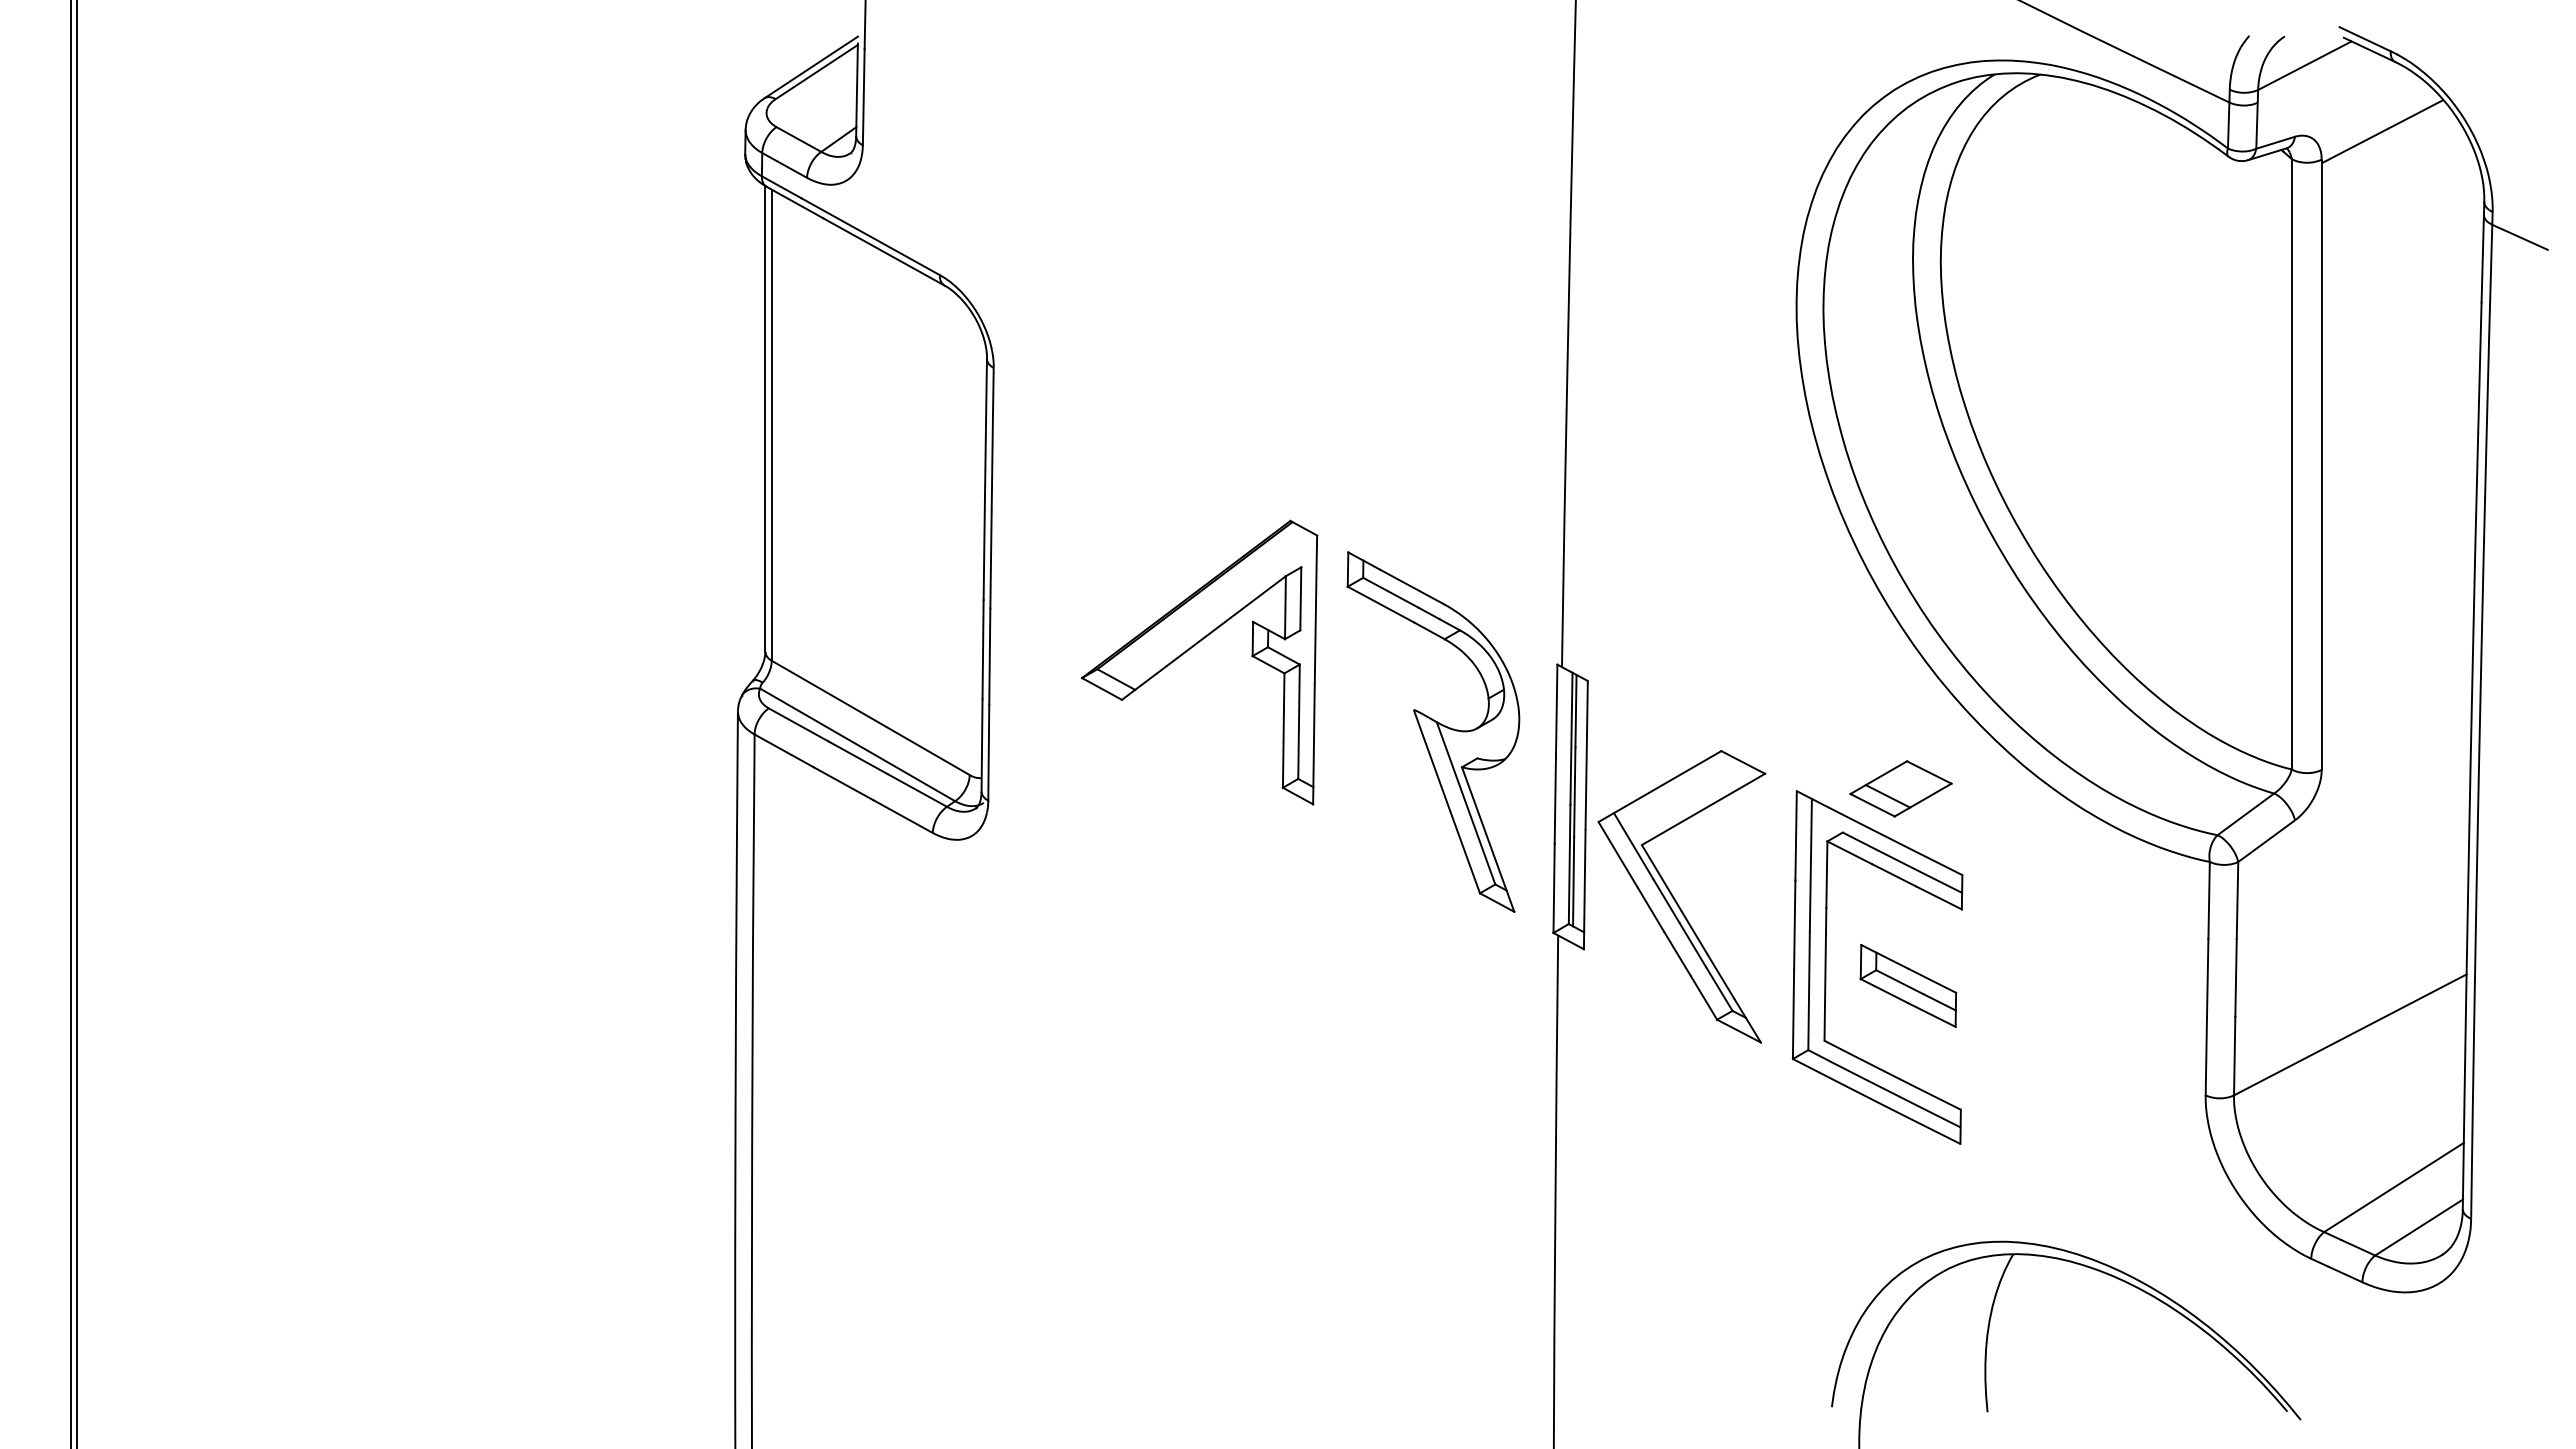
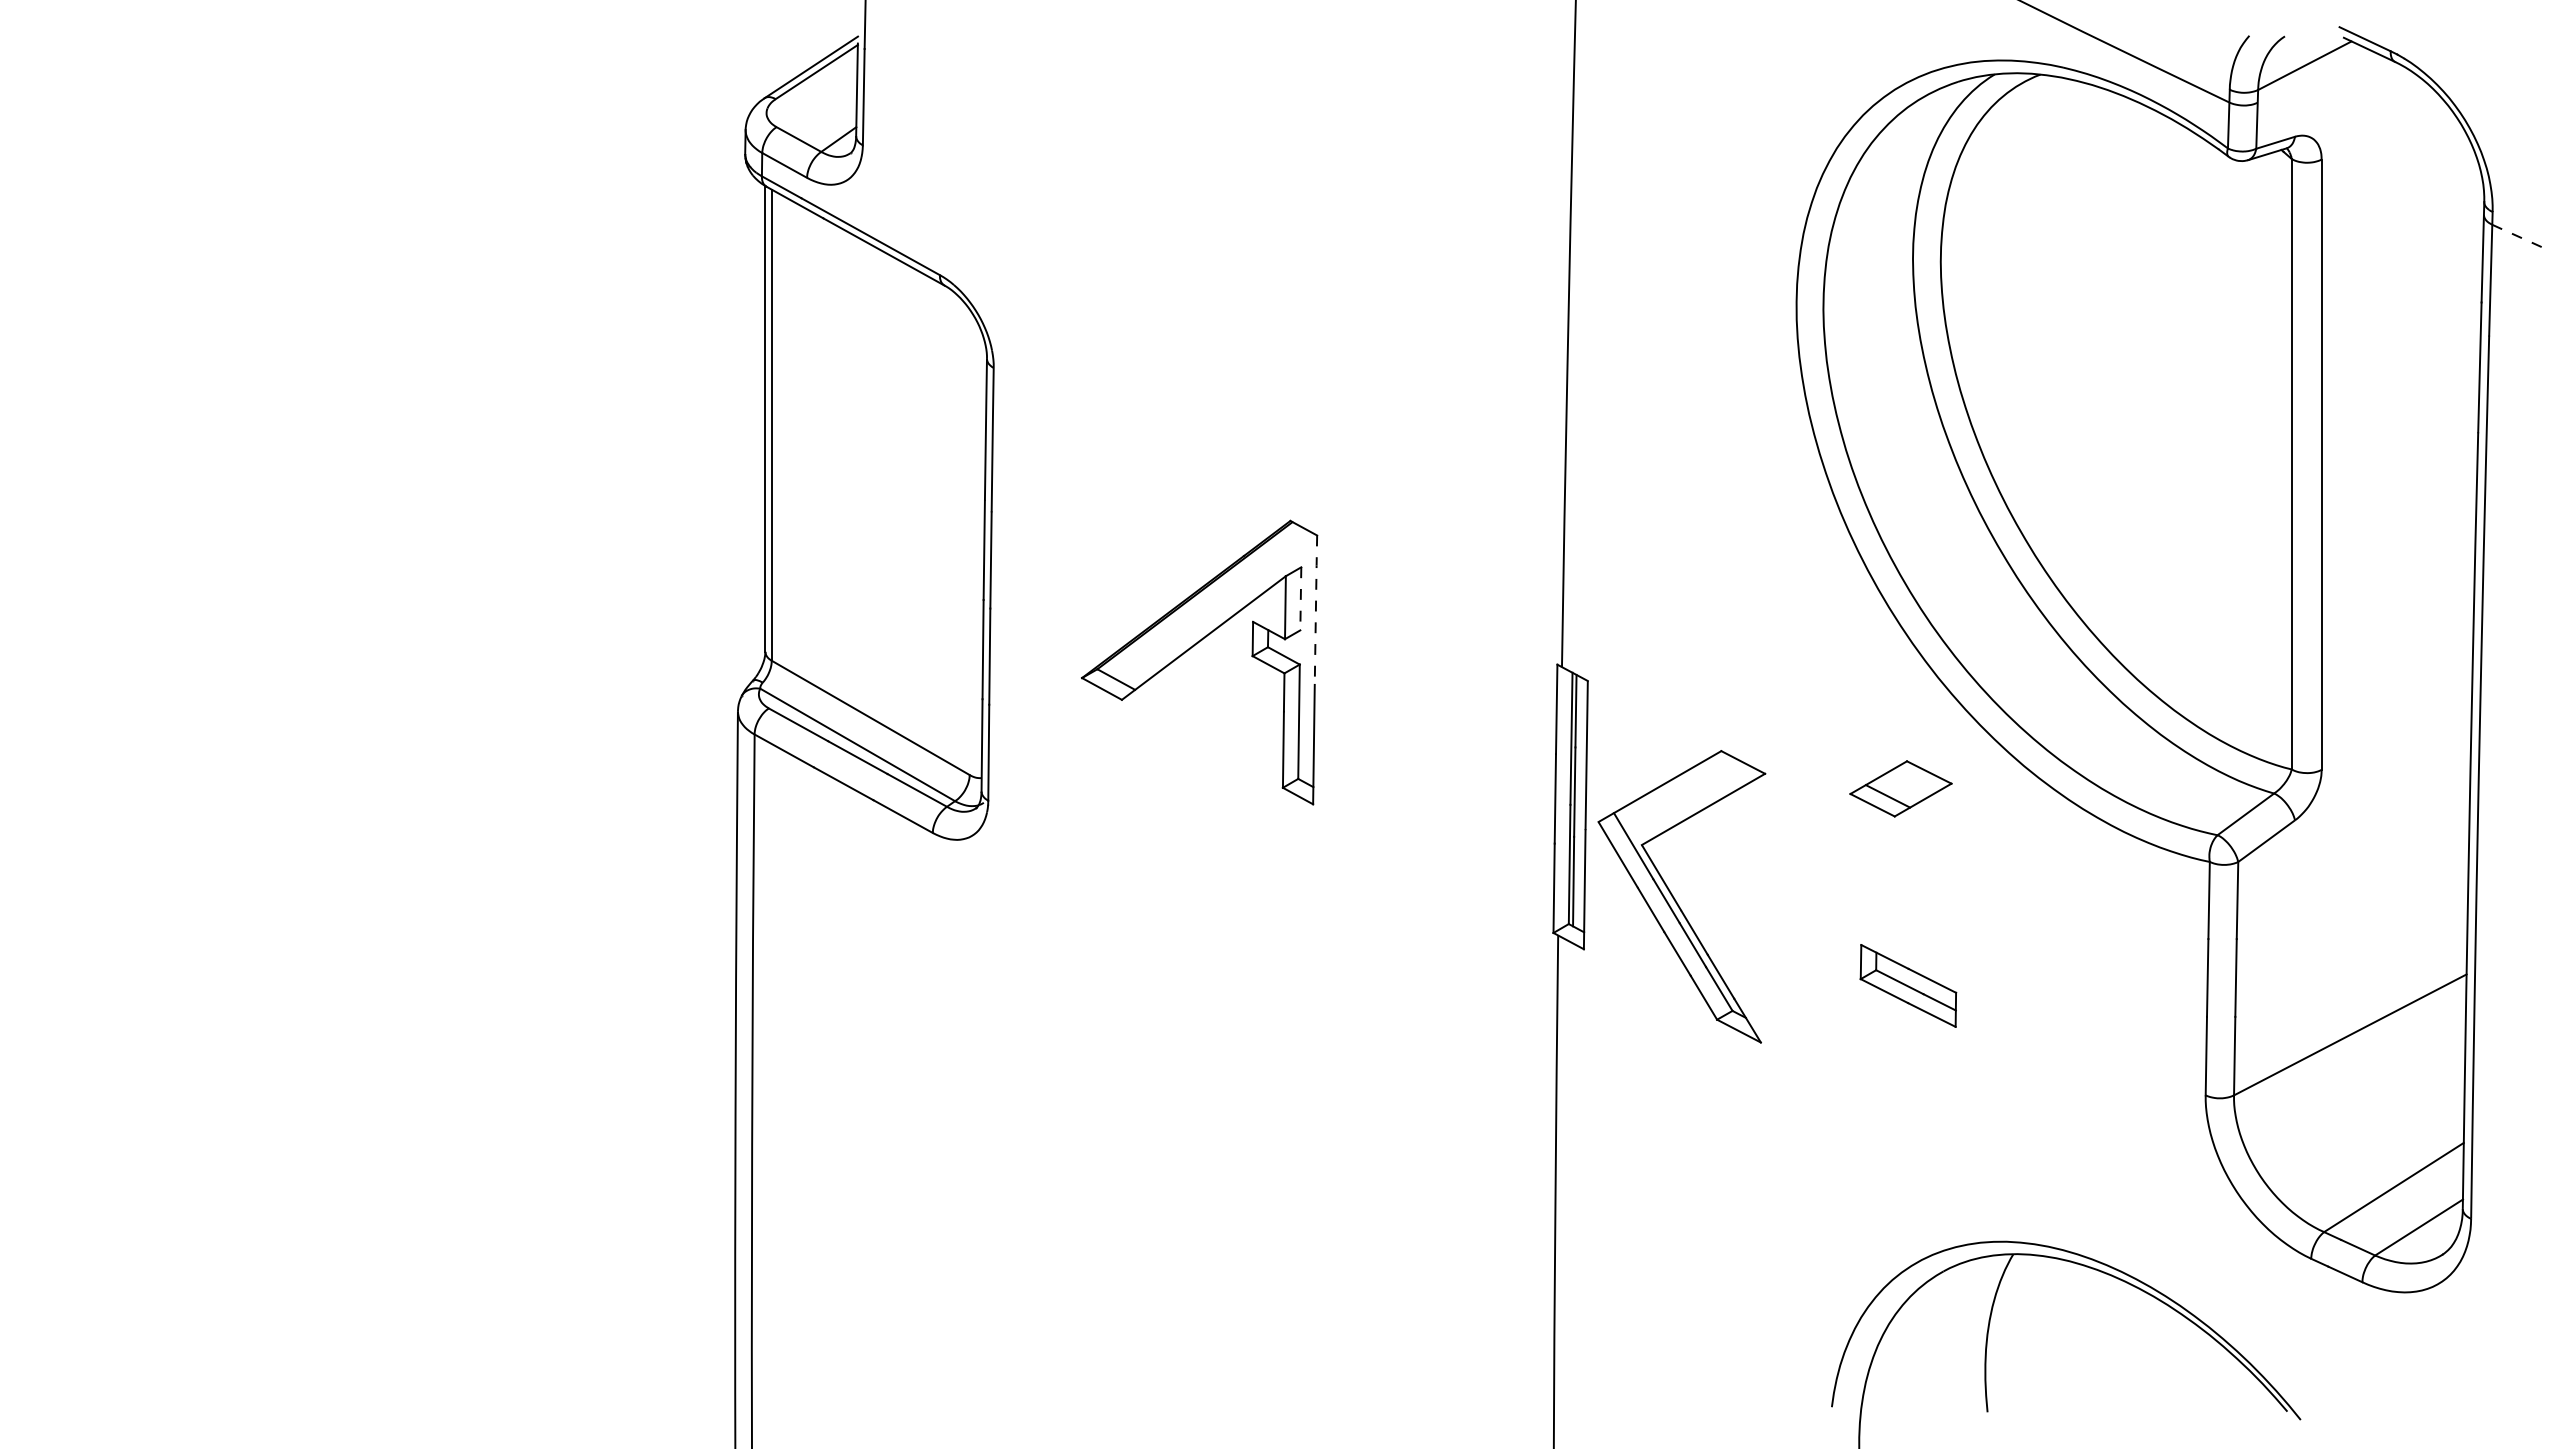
line at (2382, 131): present -> none
line at (2520, 237): solid -> dashed
line at (1300, 598): solid -> dashed
line at (1315, 610): solid -> dashed
line at (71, 723): present -> none
line at (77, 723): present -> none
part at (1433, 731): present -> none
part at (1826, 967): present -> none
